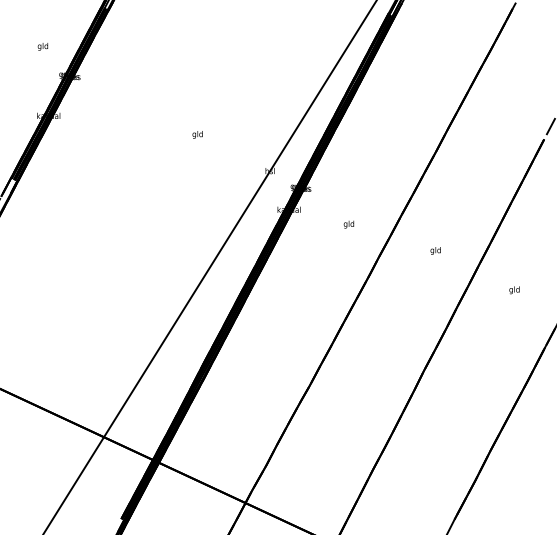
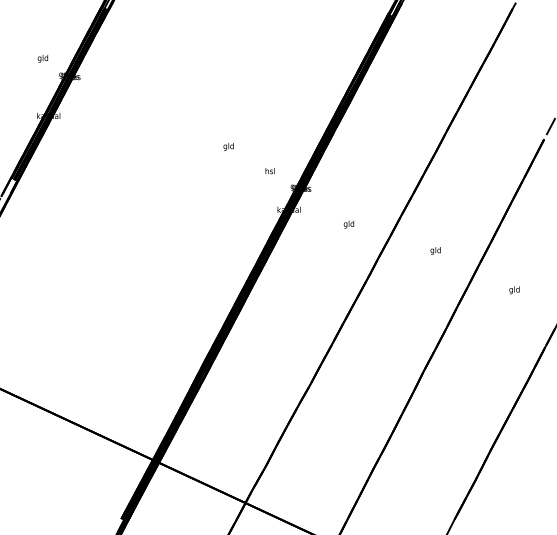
text at (42, 46) position: (42, 46) -> (42, 58)
text at (197, 134) position: (197, 134) -> (228, 146)
line at (209, 266): present -> none
